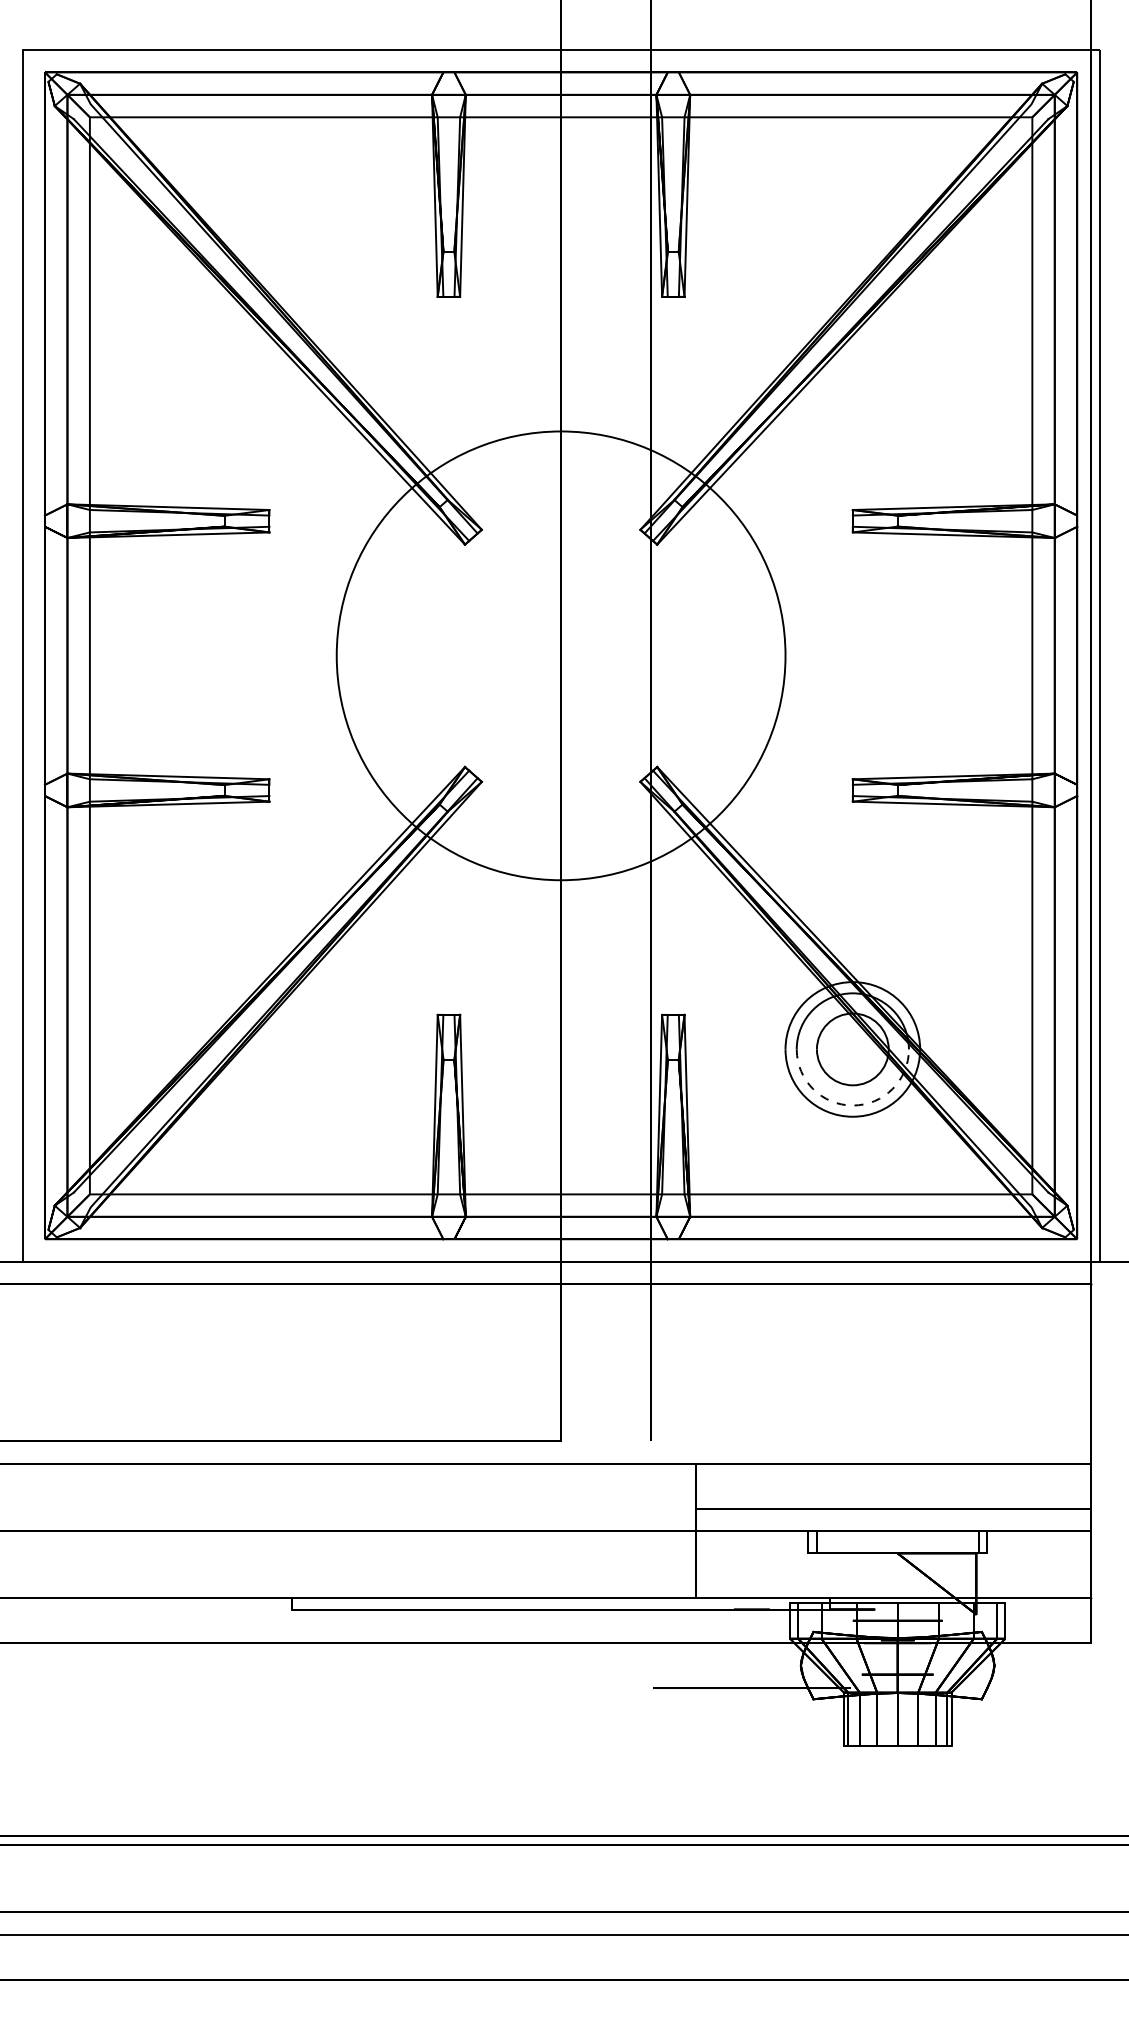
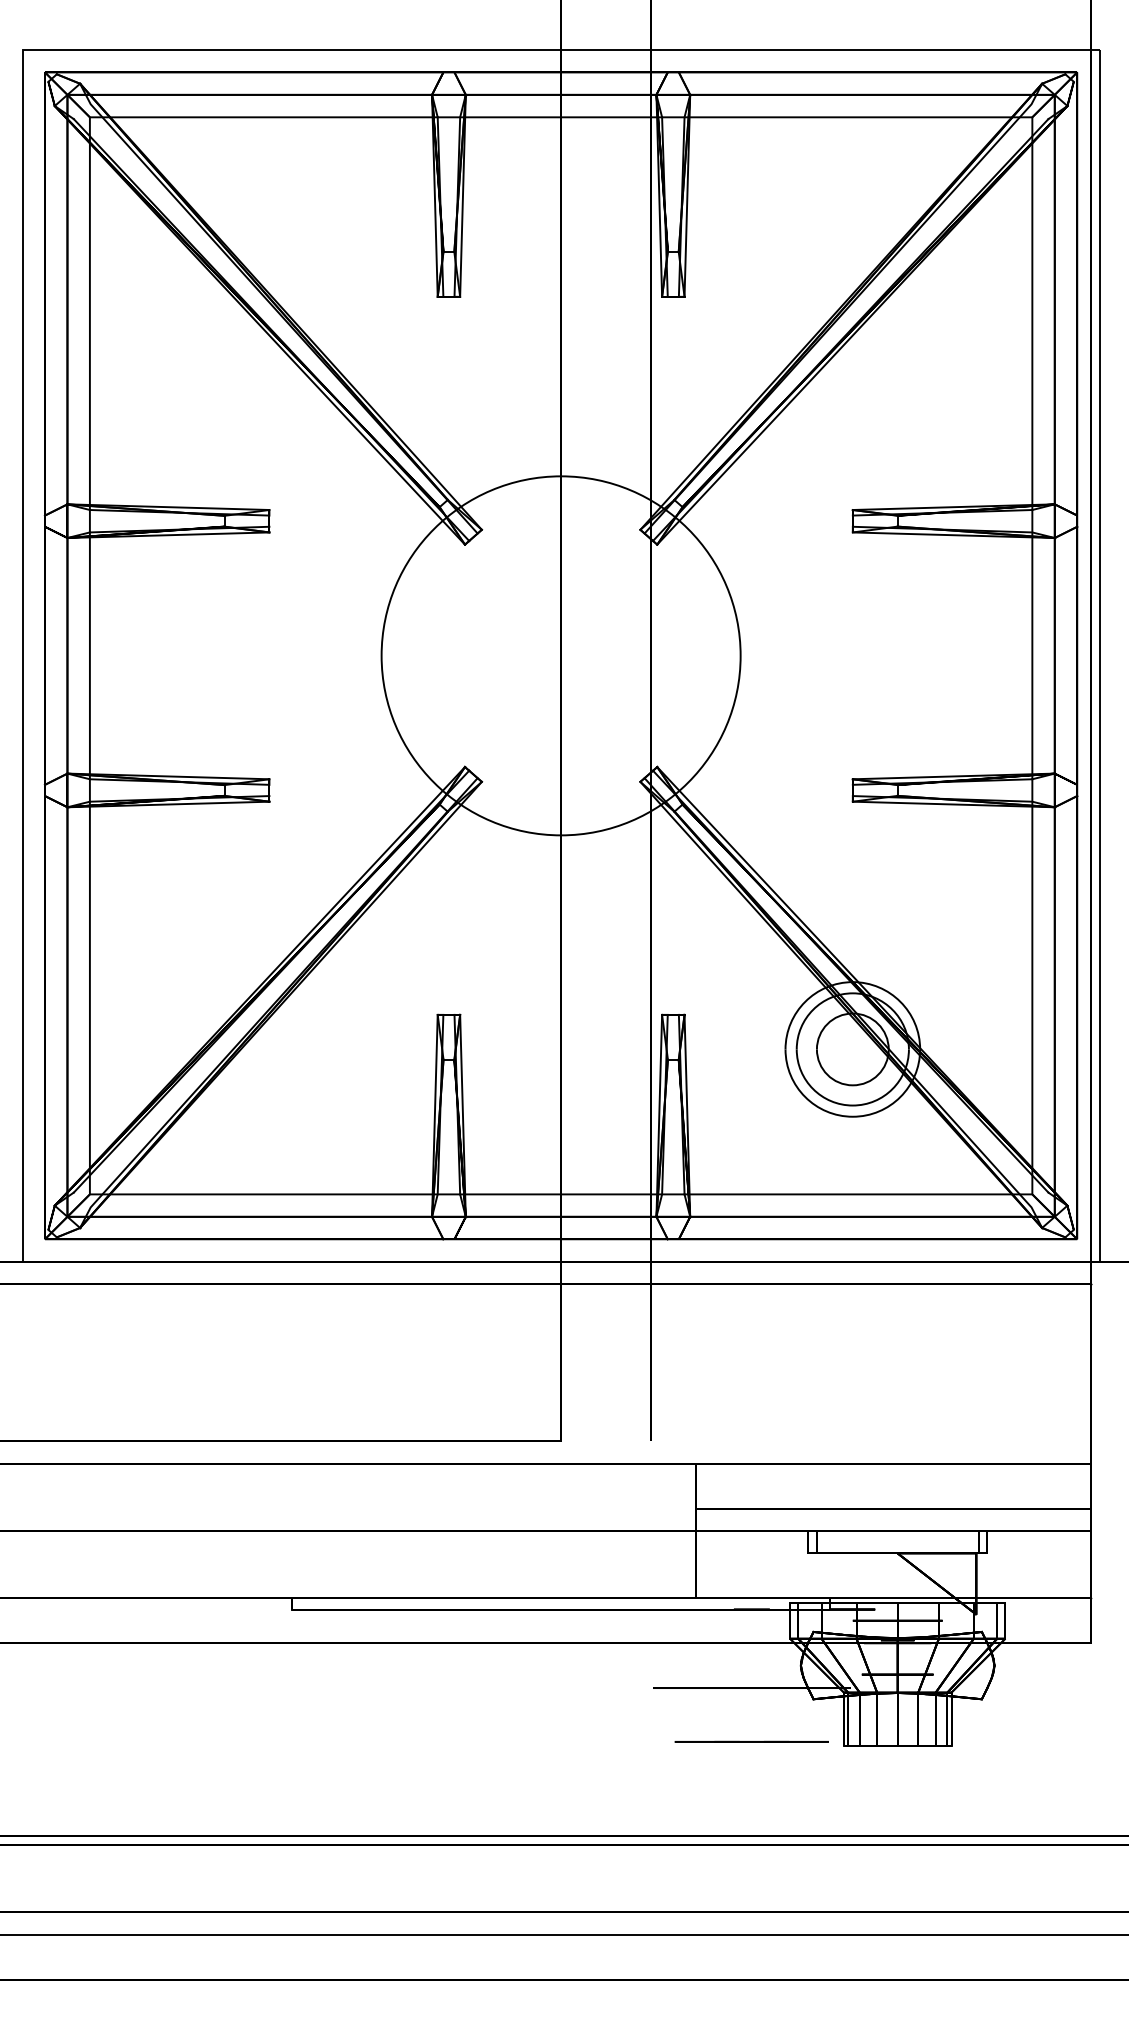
circle at (560, 655) diameter: 449 px -> 359 px
arc at (852, 1105): dashed -> solid
line at (751, 1741): none -> present
